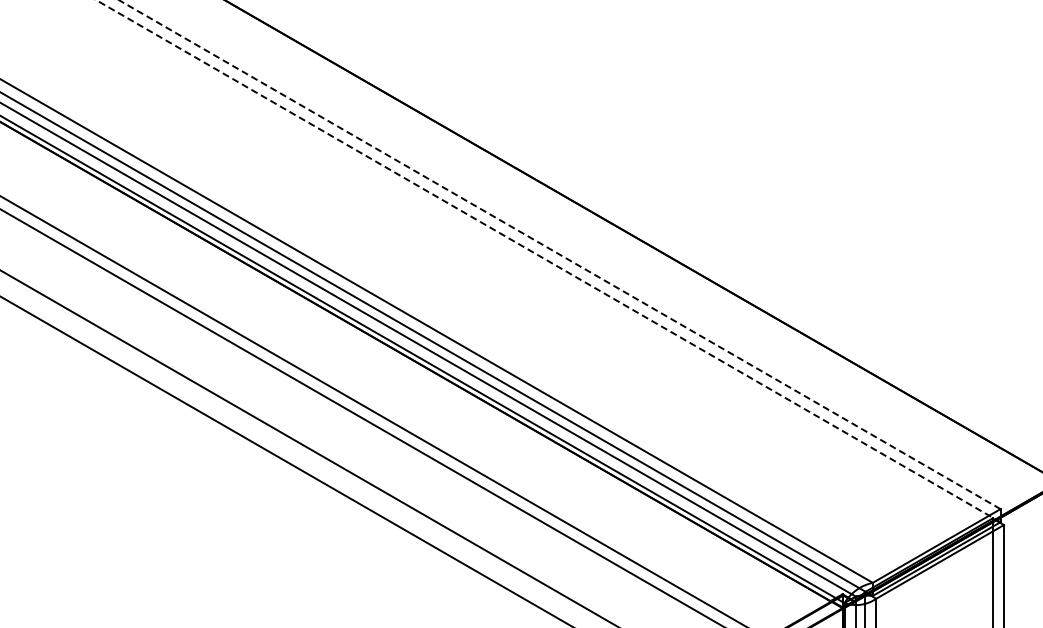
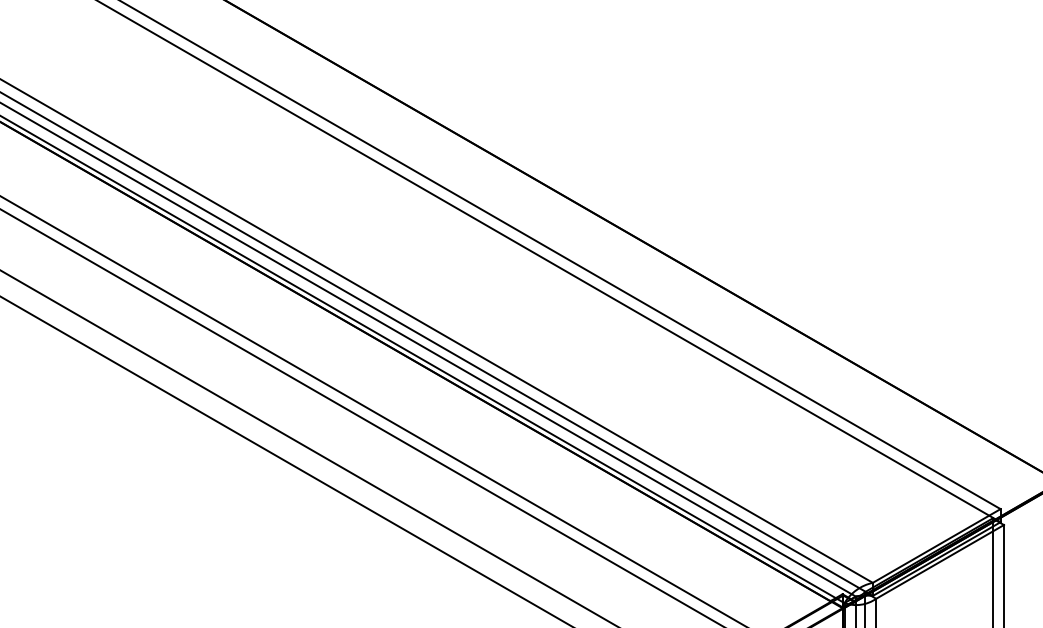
line at (559, 254): dashed -> solid
line at (548, 261): dashed -> solid
